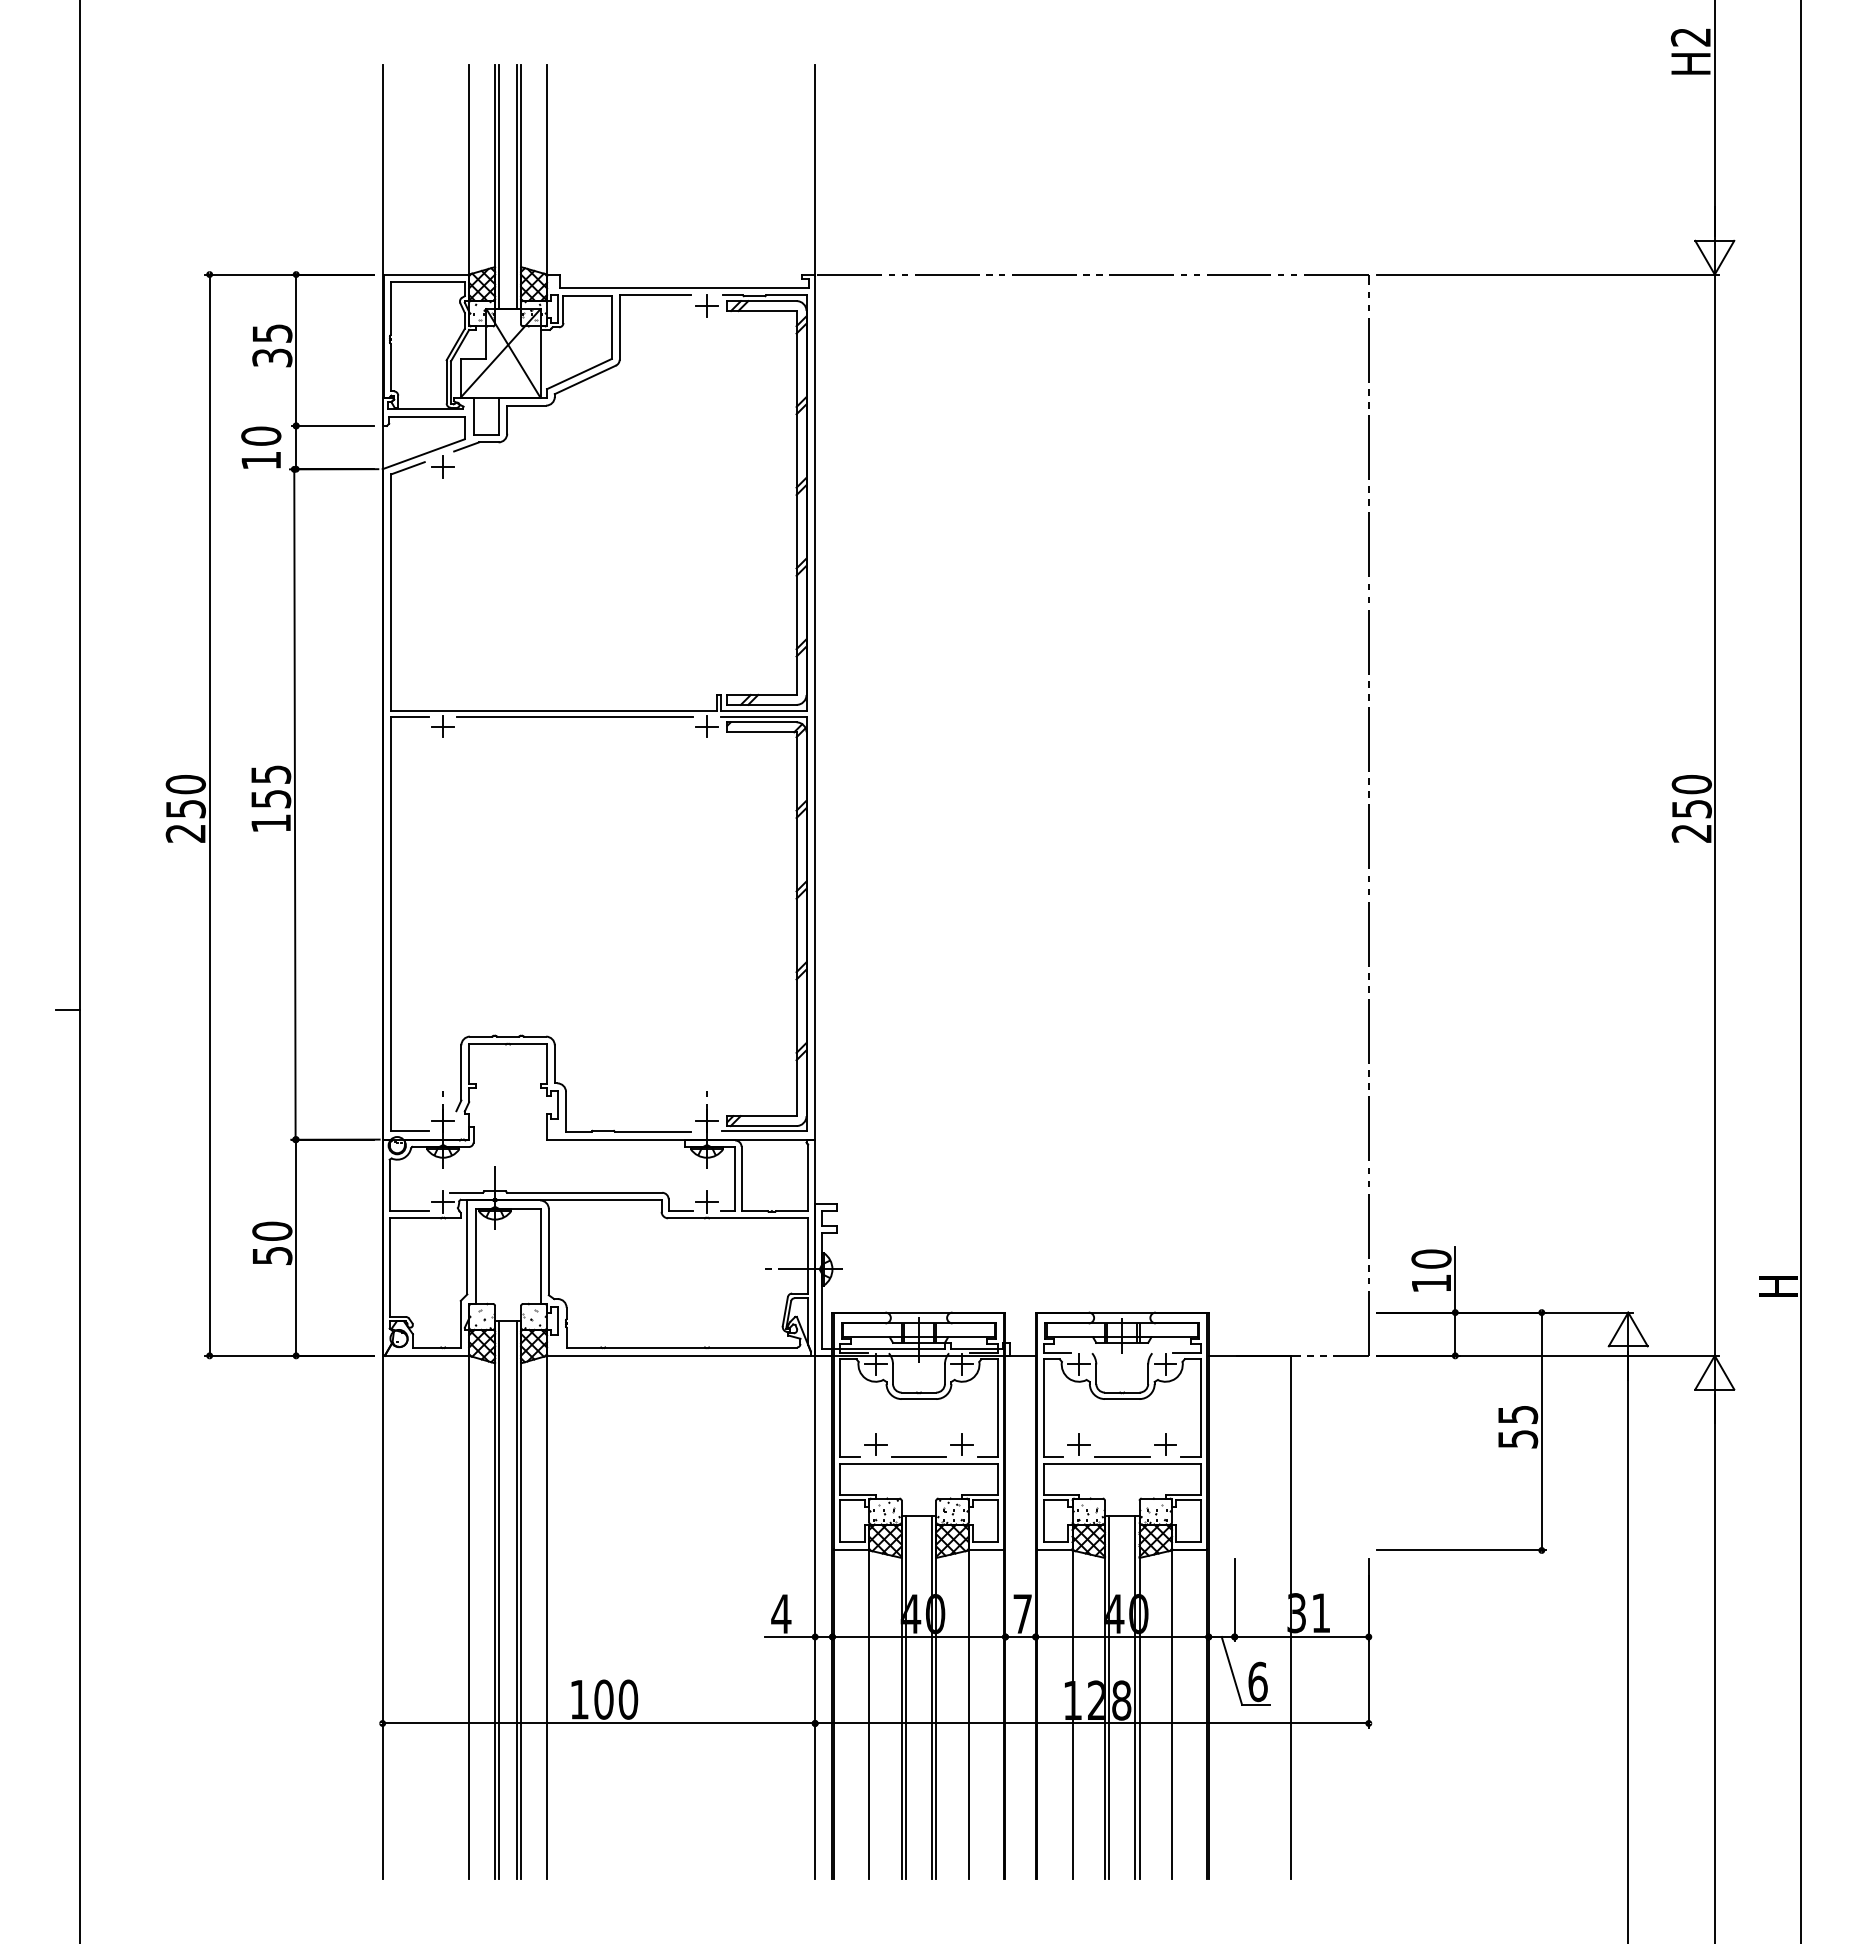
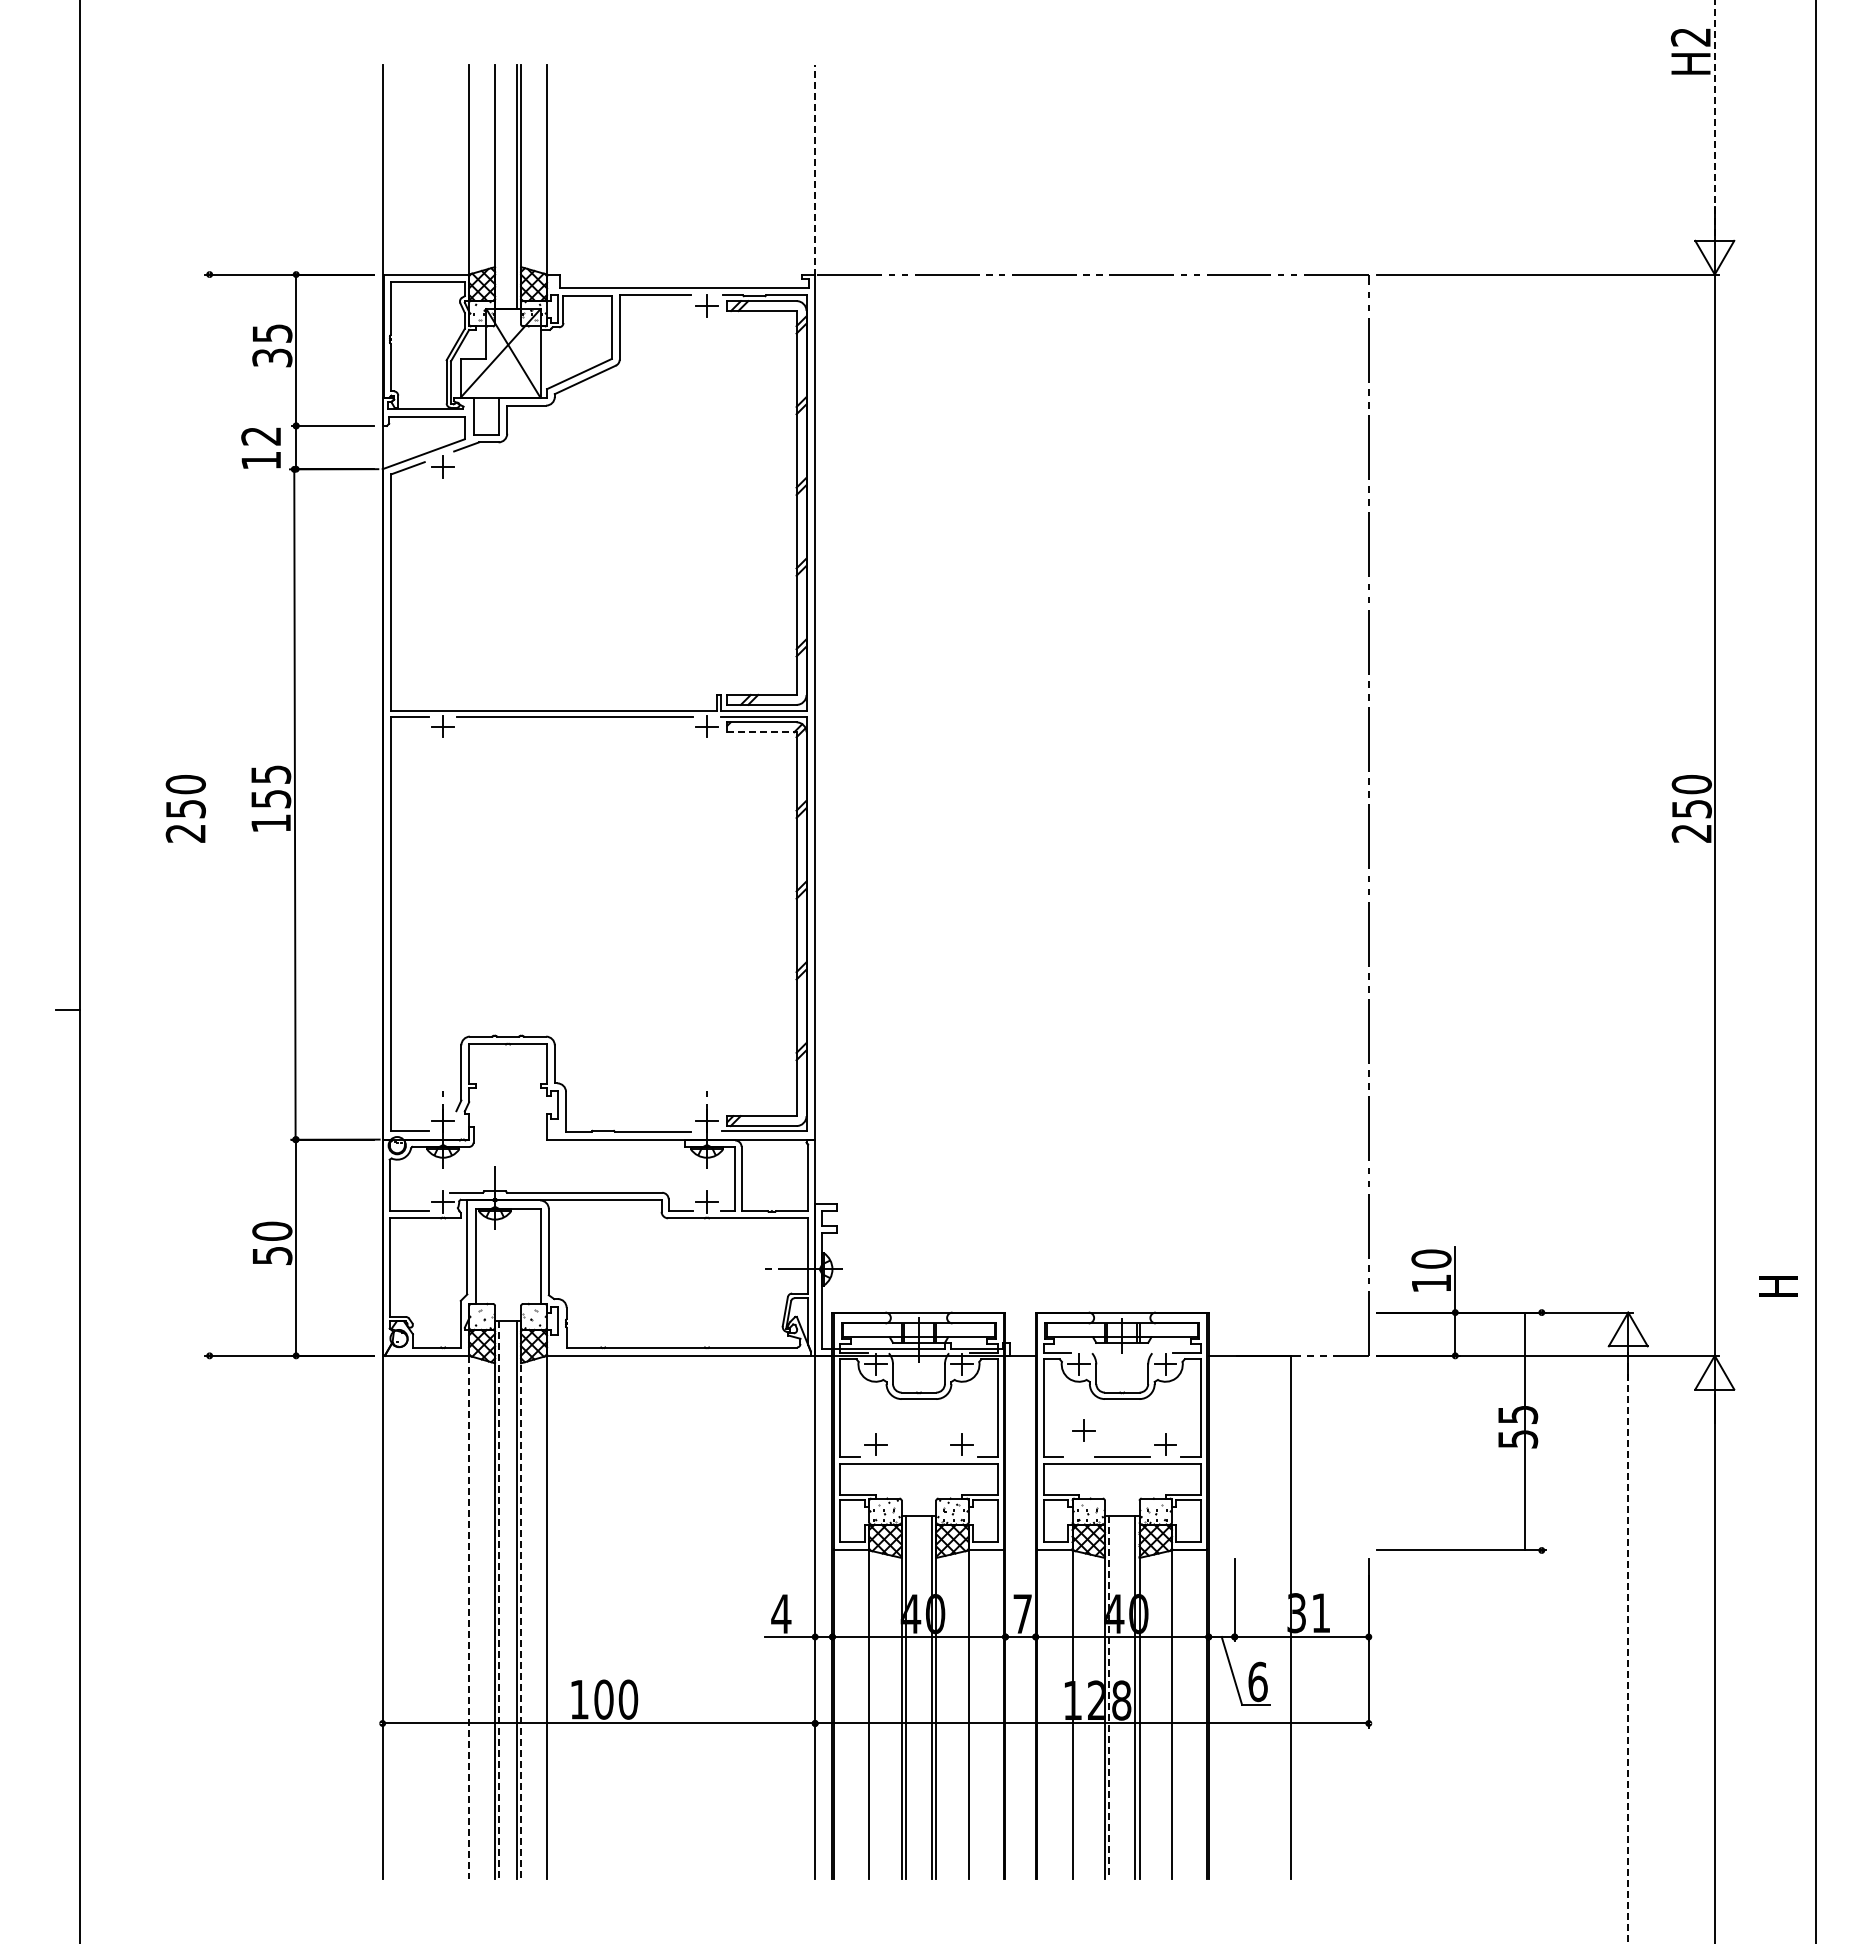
line at (1714, 117): solid -> dashed
line at (815, 170): solid -> dashed
line at (499, 186): present -> none
text at (261, 435): 10 -> 12
line at (761, 732): solid -> dashed
line at (209, 814): present -> none
line at (1801, 971) position: (1801, 971) -> (1816, 971)
line at (1541, 1431) position: (1541, 1431) -> (1524, 1431)
part at (1078, 1444) position: (1078, 1444) -> (1083, 1430)
line at (918, 1457): present -> none
line at (499, 1600): solid -> dashed
line at (521, 1600): solid -> dashed
line at (469, 1617): solid -> dashed
line at (1628, 1647): solid -> dashed
line at (1109, 1697): solid -> dashed
